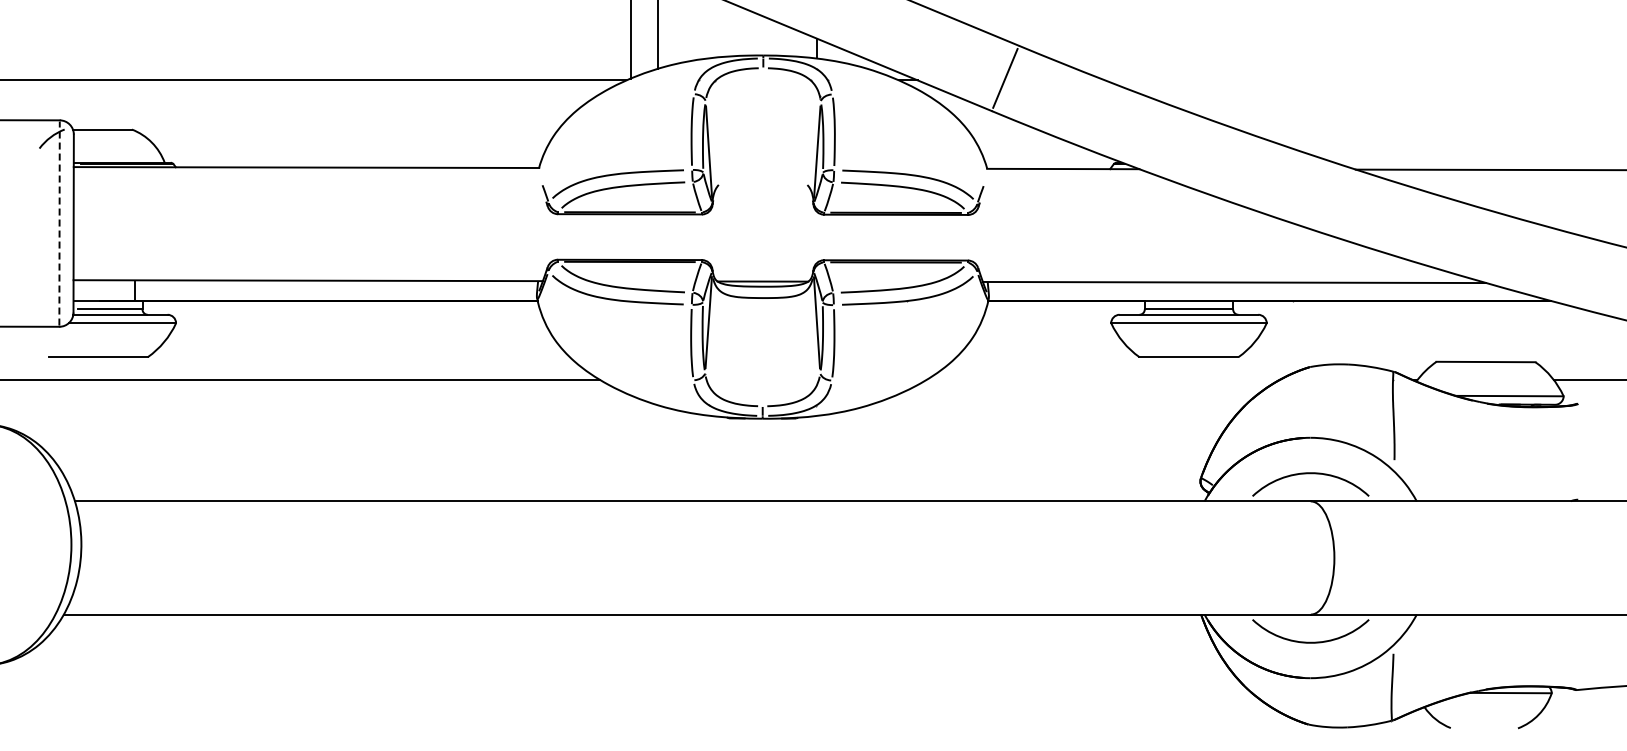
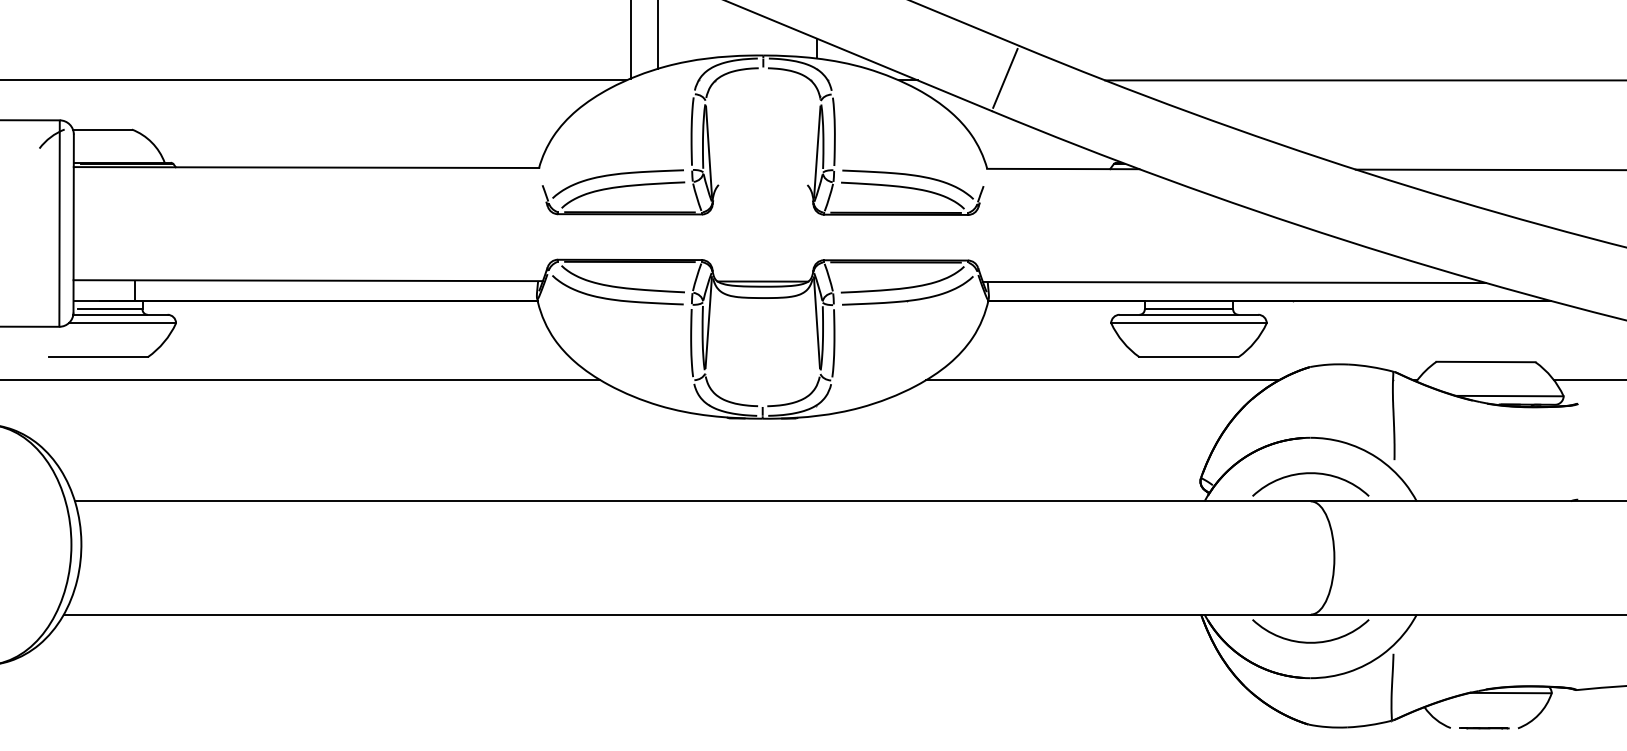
line at (1364, 80): none -> present
line at (59, 223): dashed -> solid
line at (1102, 380): none -> present
line at (1484, 728): none -> present
